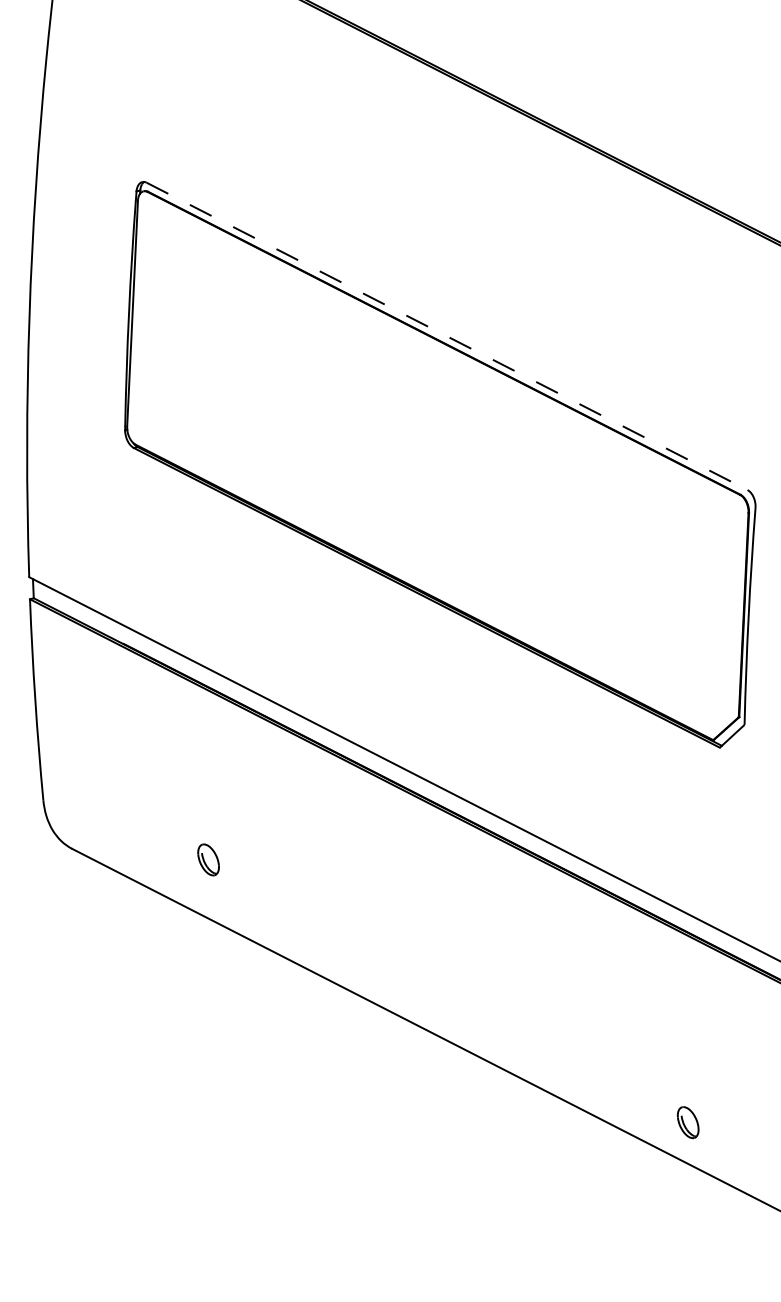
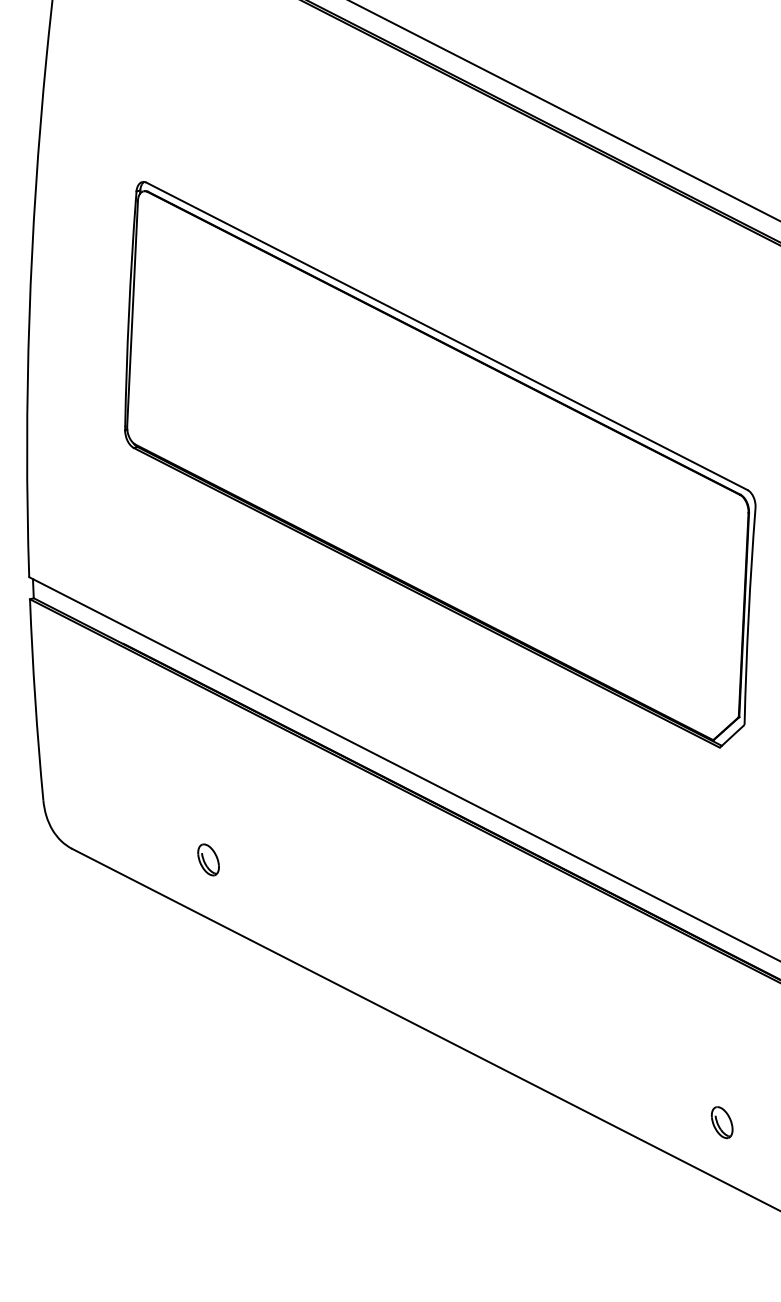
line at (564, 110): none -> present
line at (447, 336): dashed -> solid
part at (687, 1122) position: (687, 1122) -> (721, 1122)
